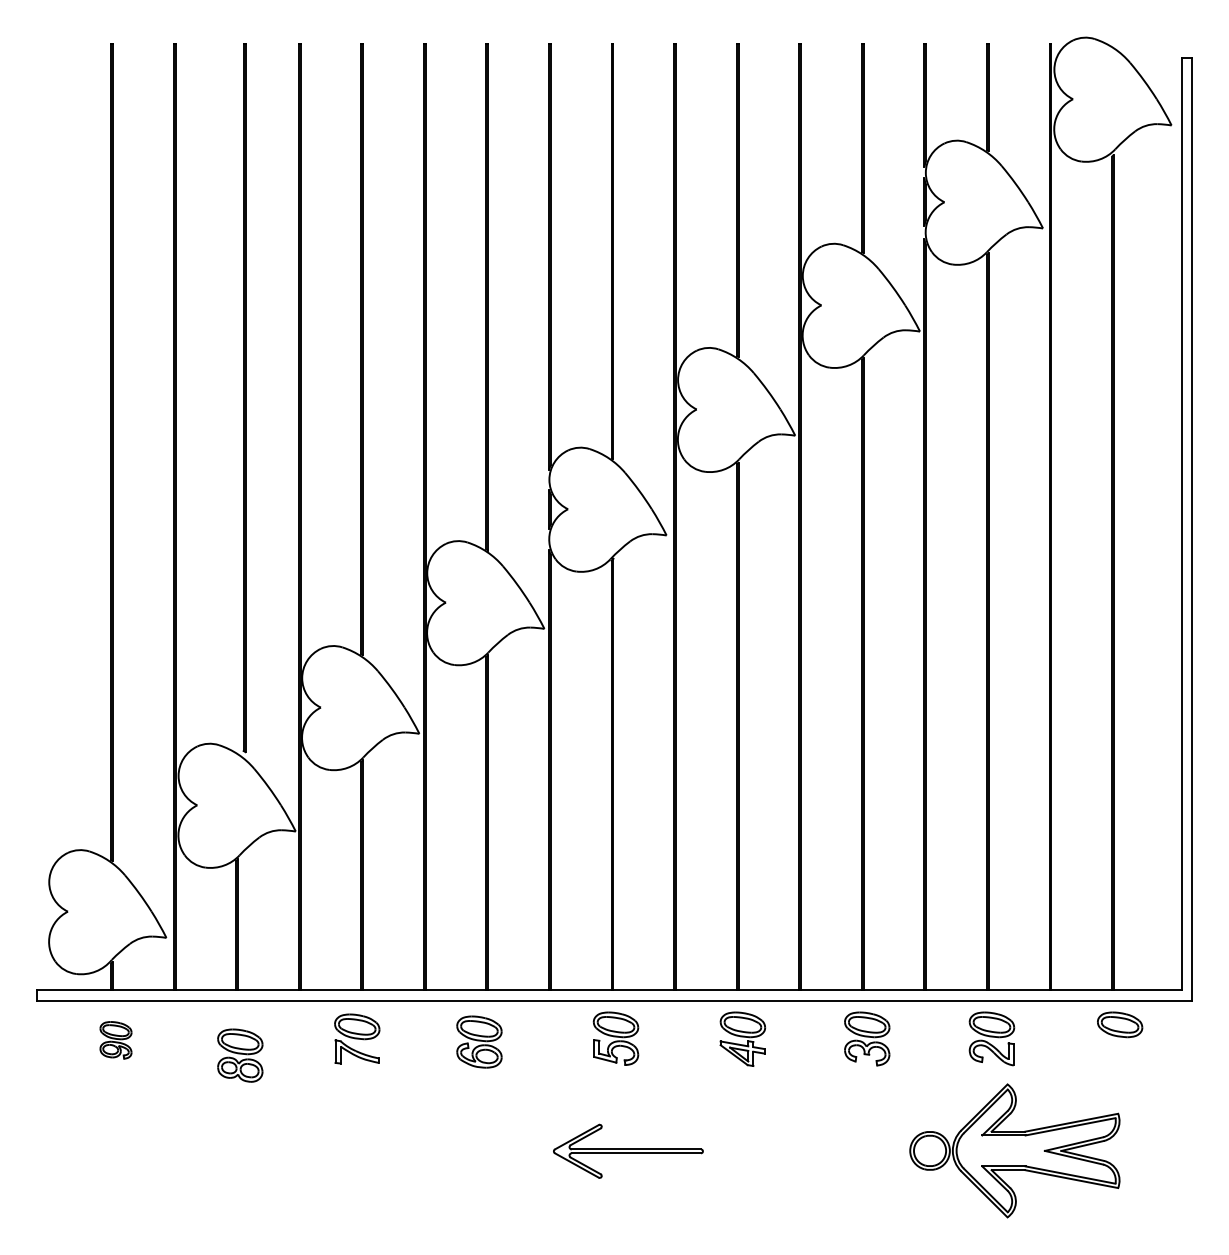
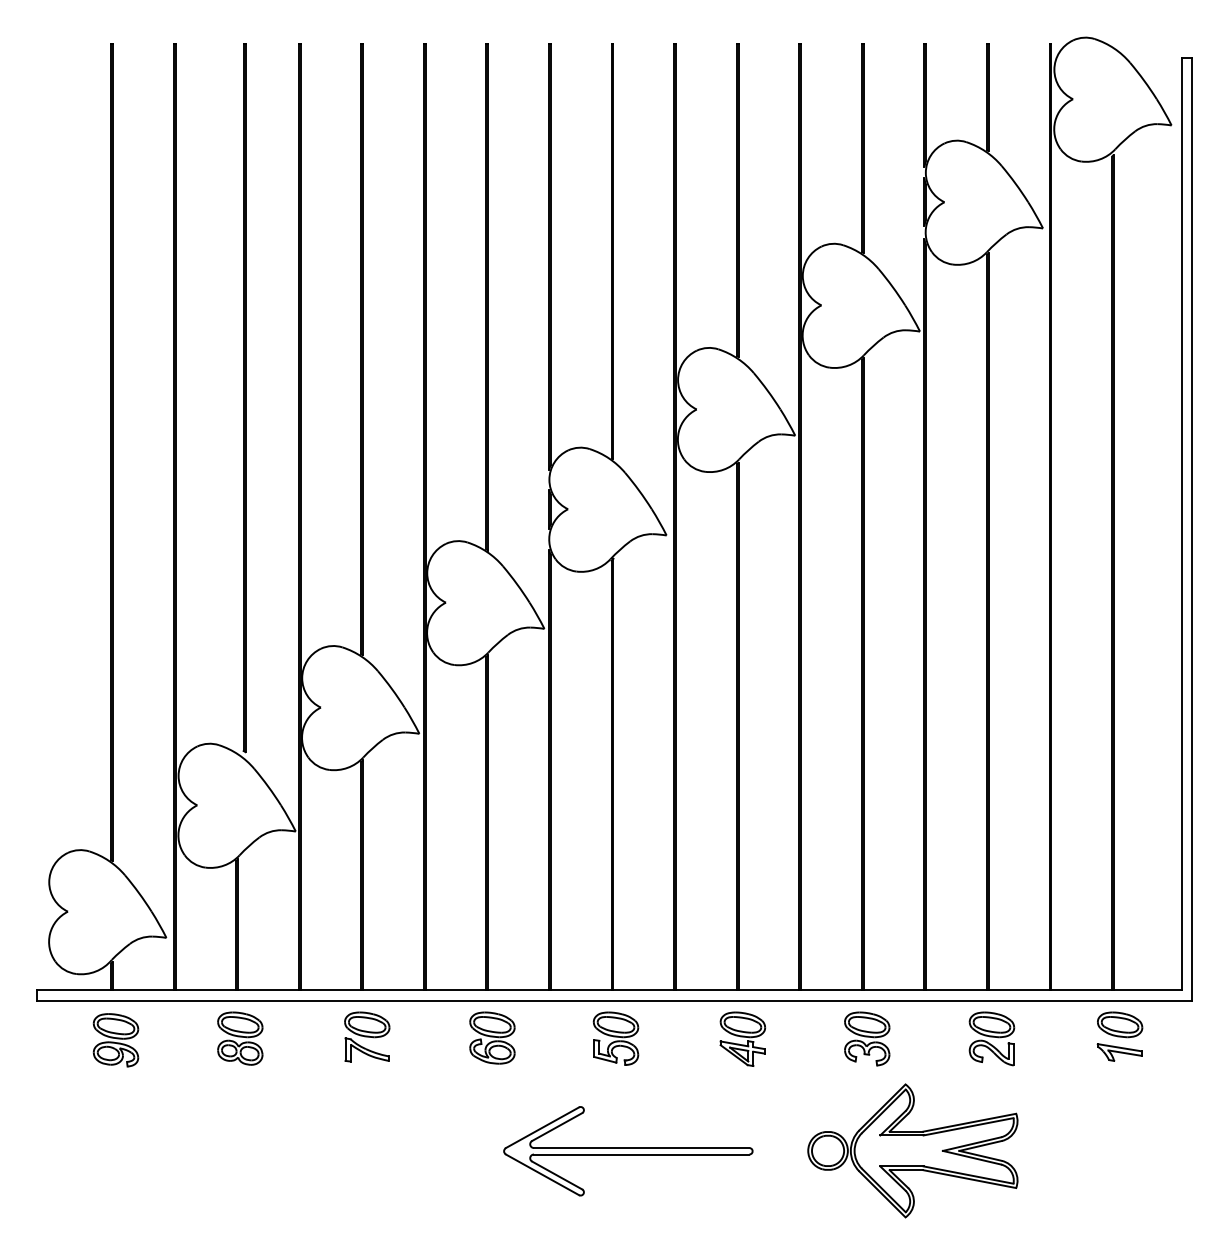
part at (357, 1038) position: (357, 1038) -> (367, 1036)
part at (115, 1040) size: 34x39 px -> 48x55 px
part at (479, 1041) position: (479, 1041) -> (492, 1037)
part at (1119, 1052): none -> present
part at (240, 1055) position: (240, 1055) -> (240, 1038)
part at (628, 1150) size: 151x56 px -> 251x91 px
part at (1014, 1150) position: (1014, 1150) -> (912, 1150)
